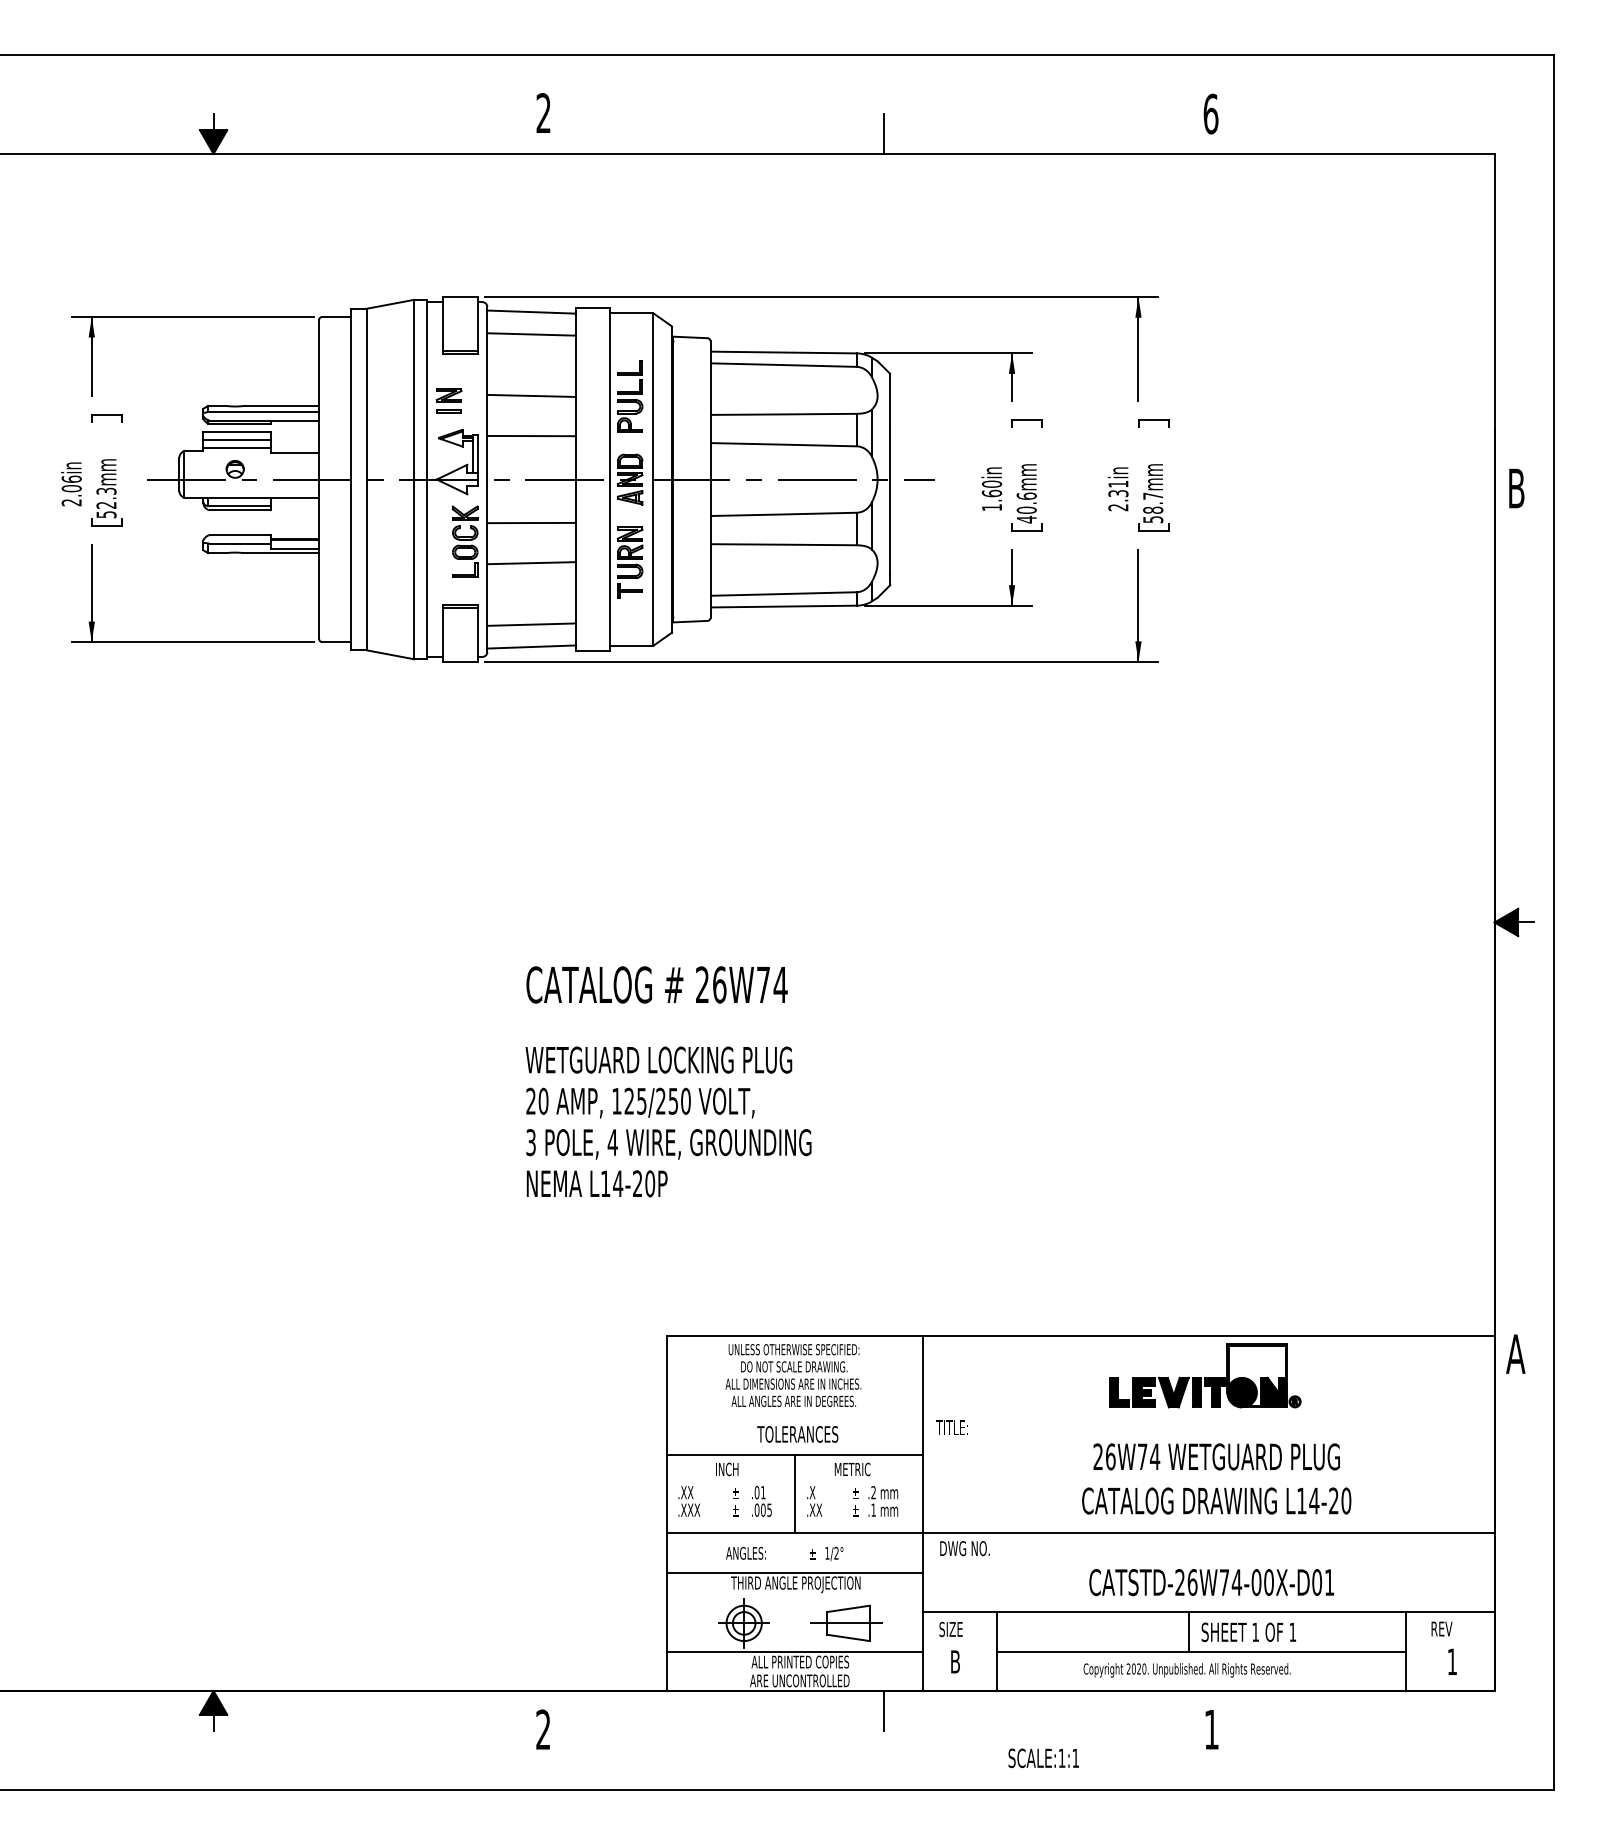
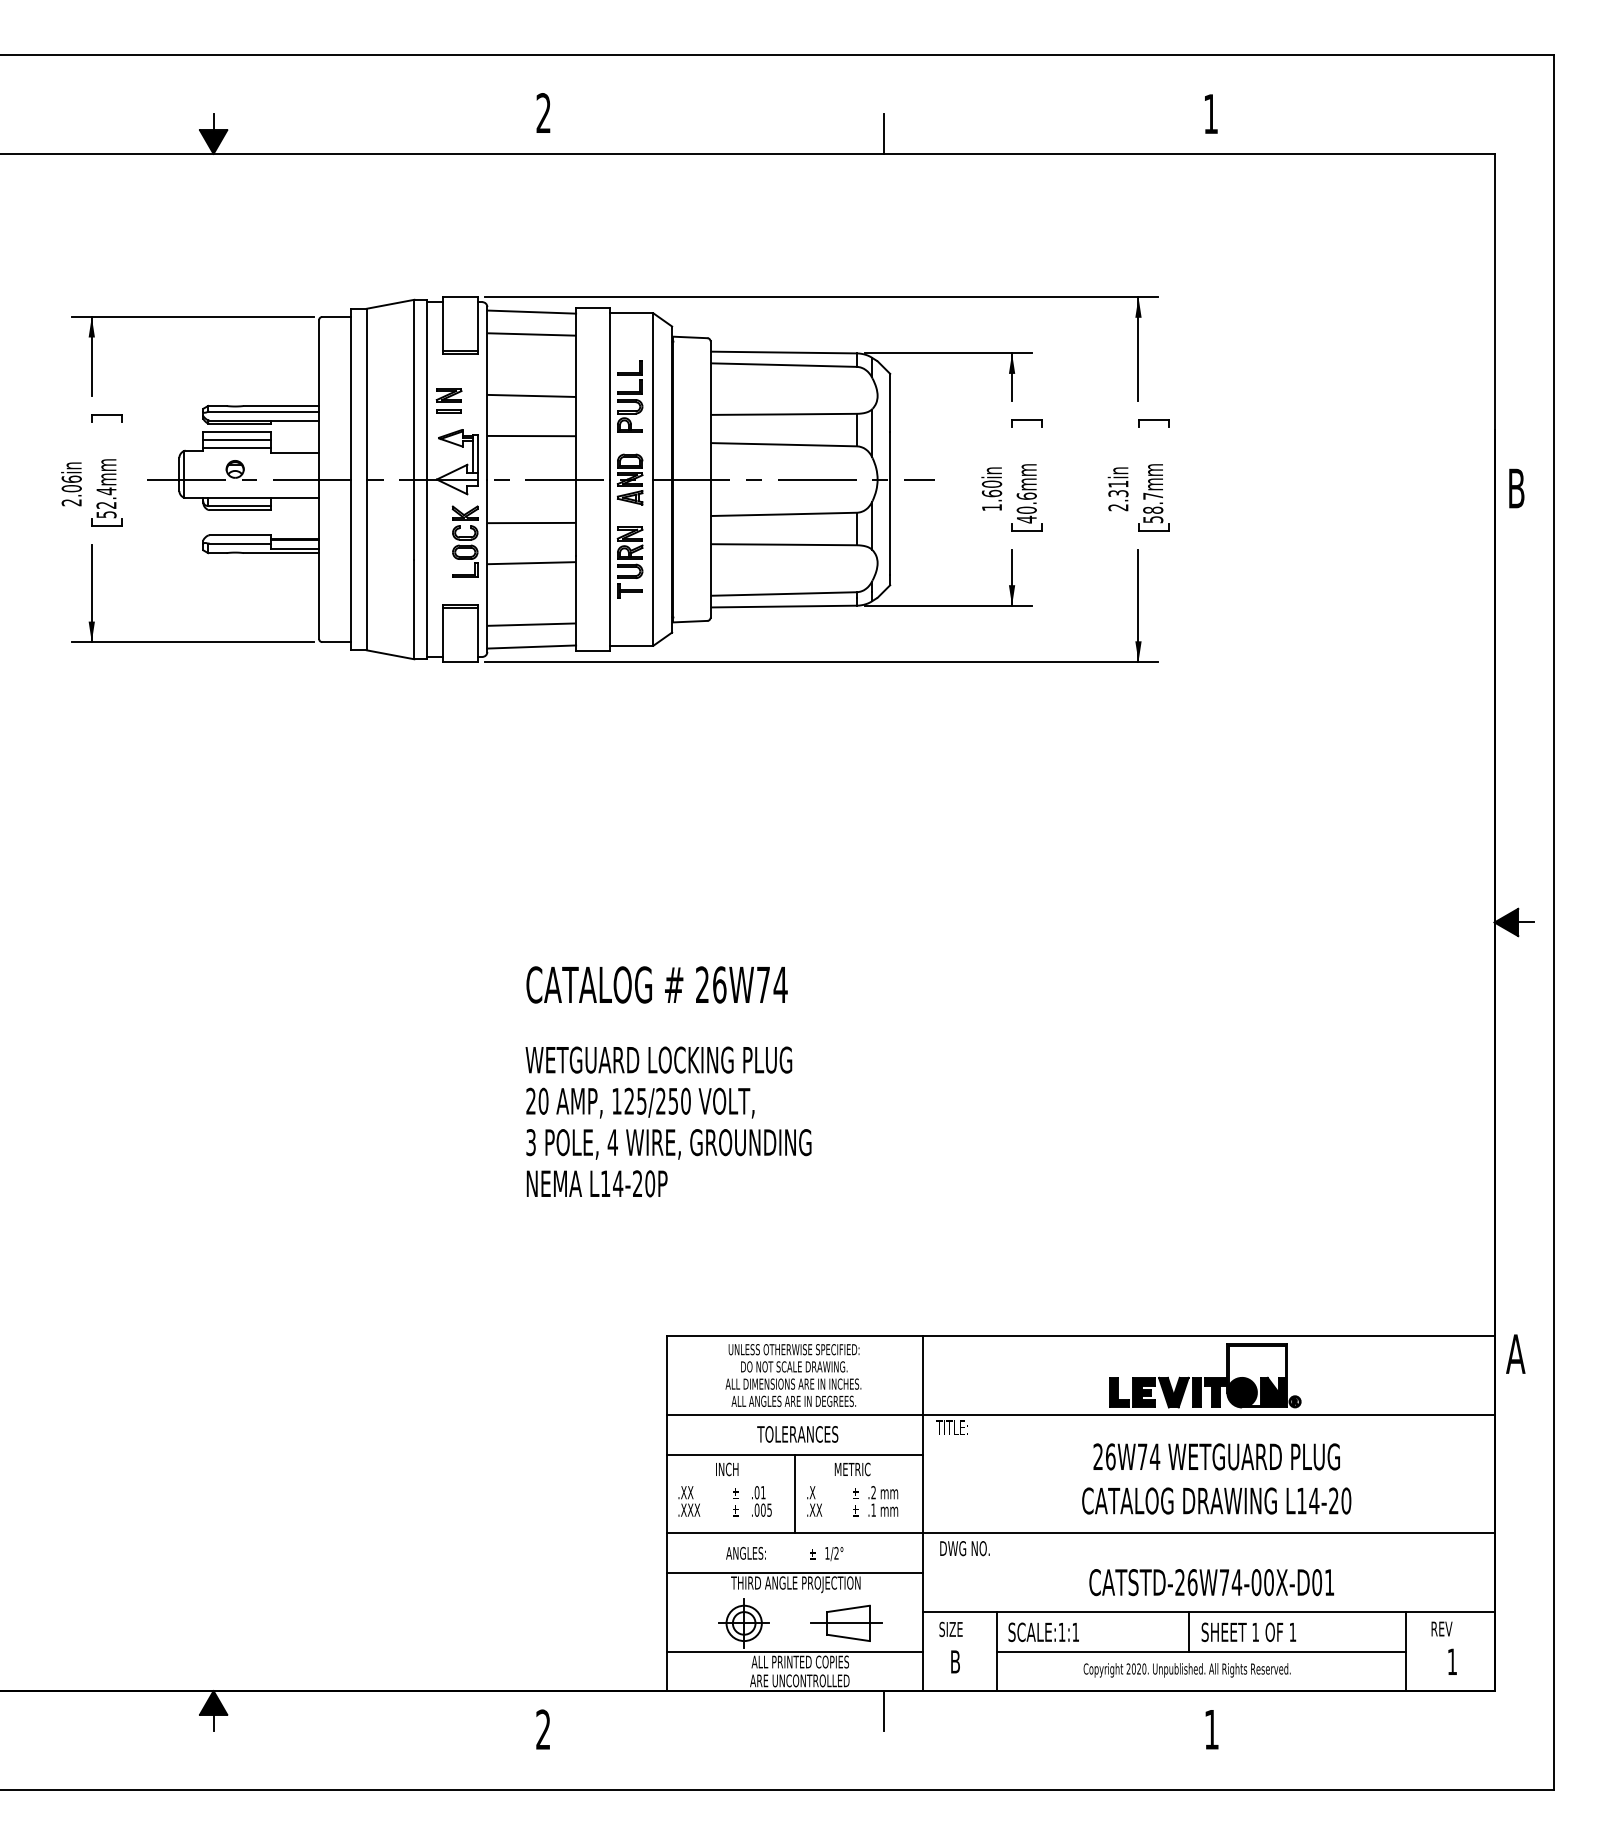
text at (1210, 113): 6 -> 1
text at (106, 491): 52.3mm -> 52.4mm
line at (1080, 1415): none -> present
text at (1043, 1758) position: (1043, 1758) -> (1043, 1632)
